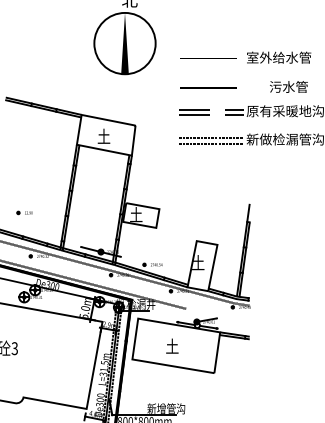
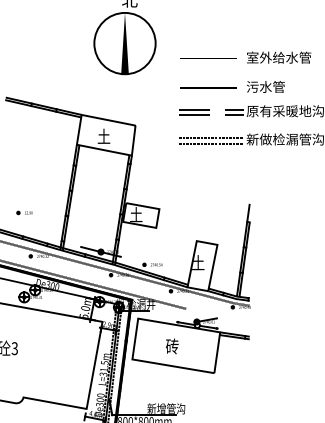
text at (288, 86) position: (288, 86) -> (265, 86)
text at (172, 346): 土 -> 砖
